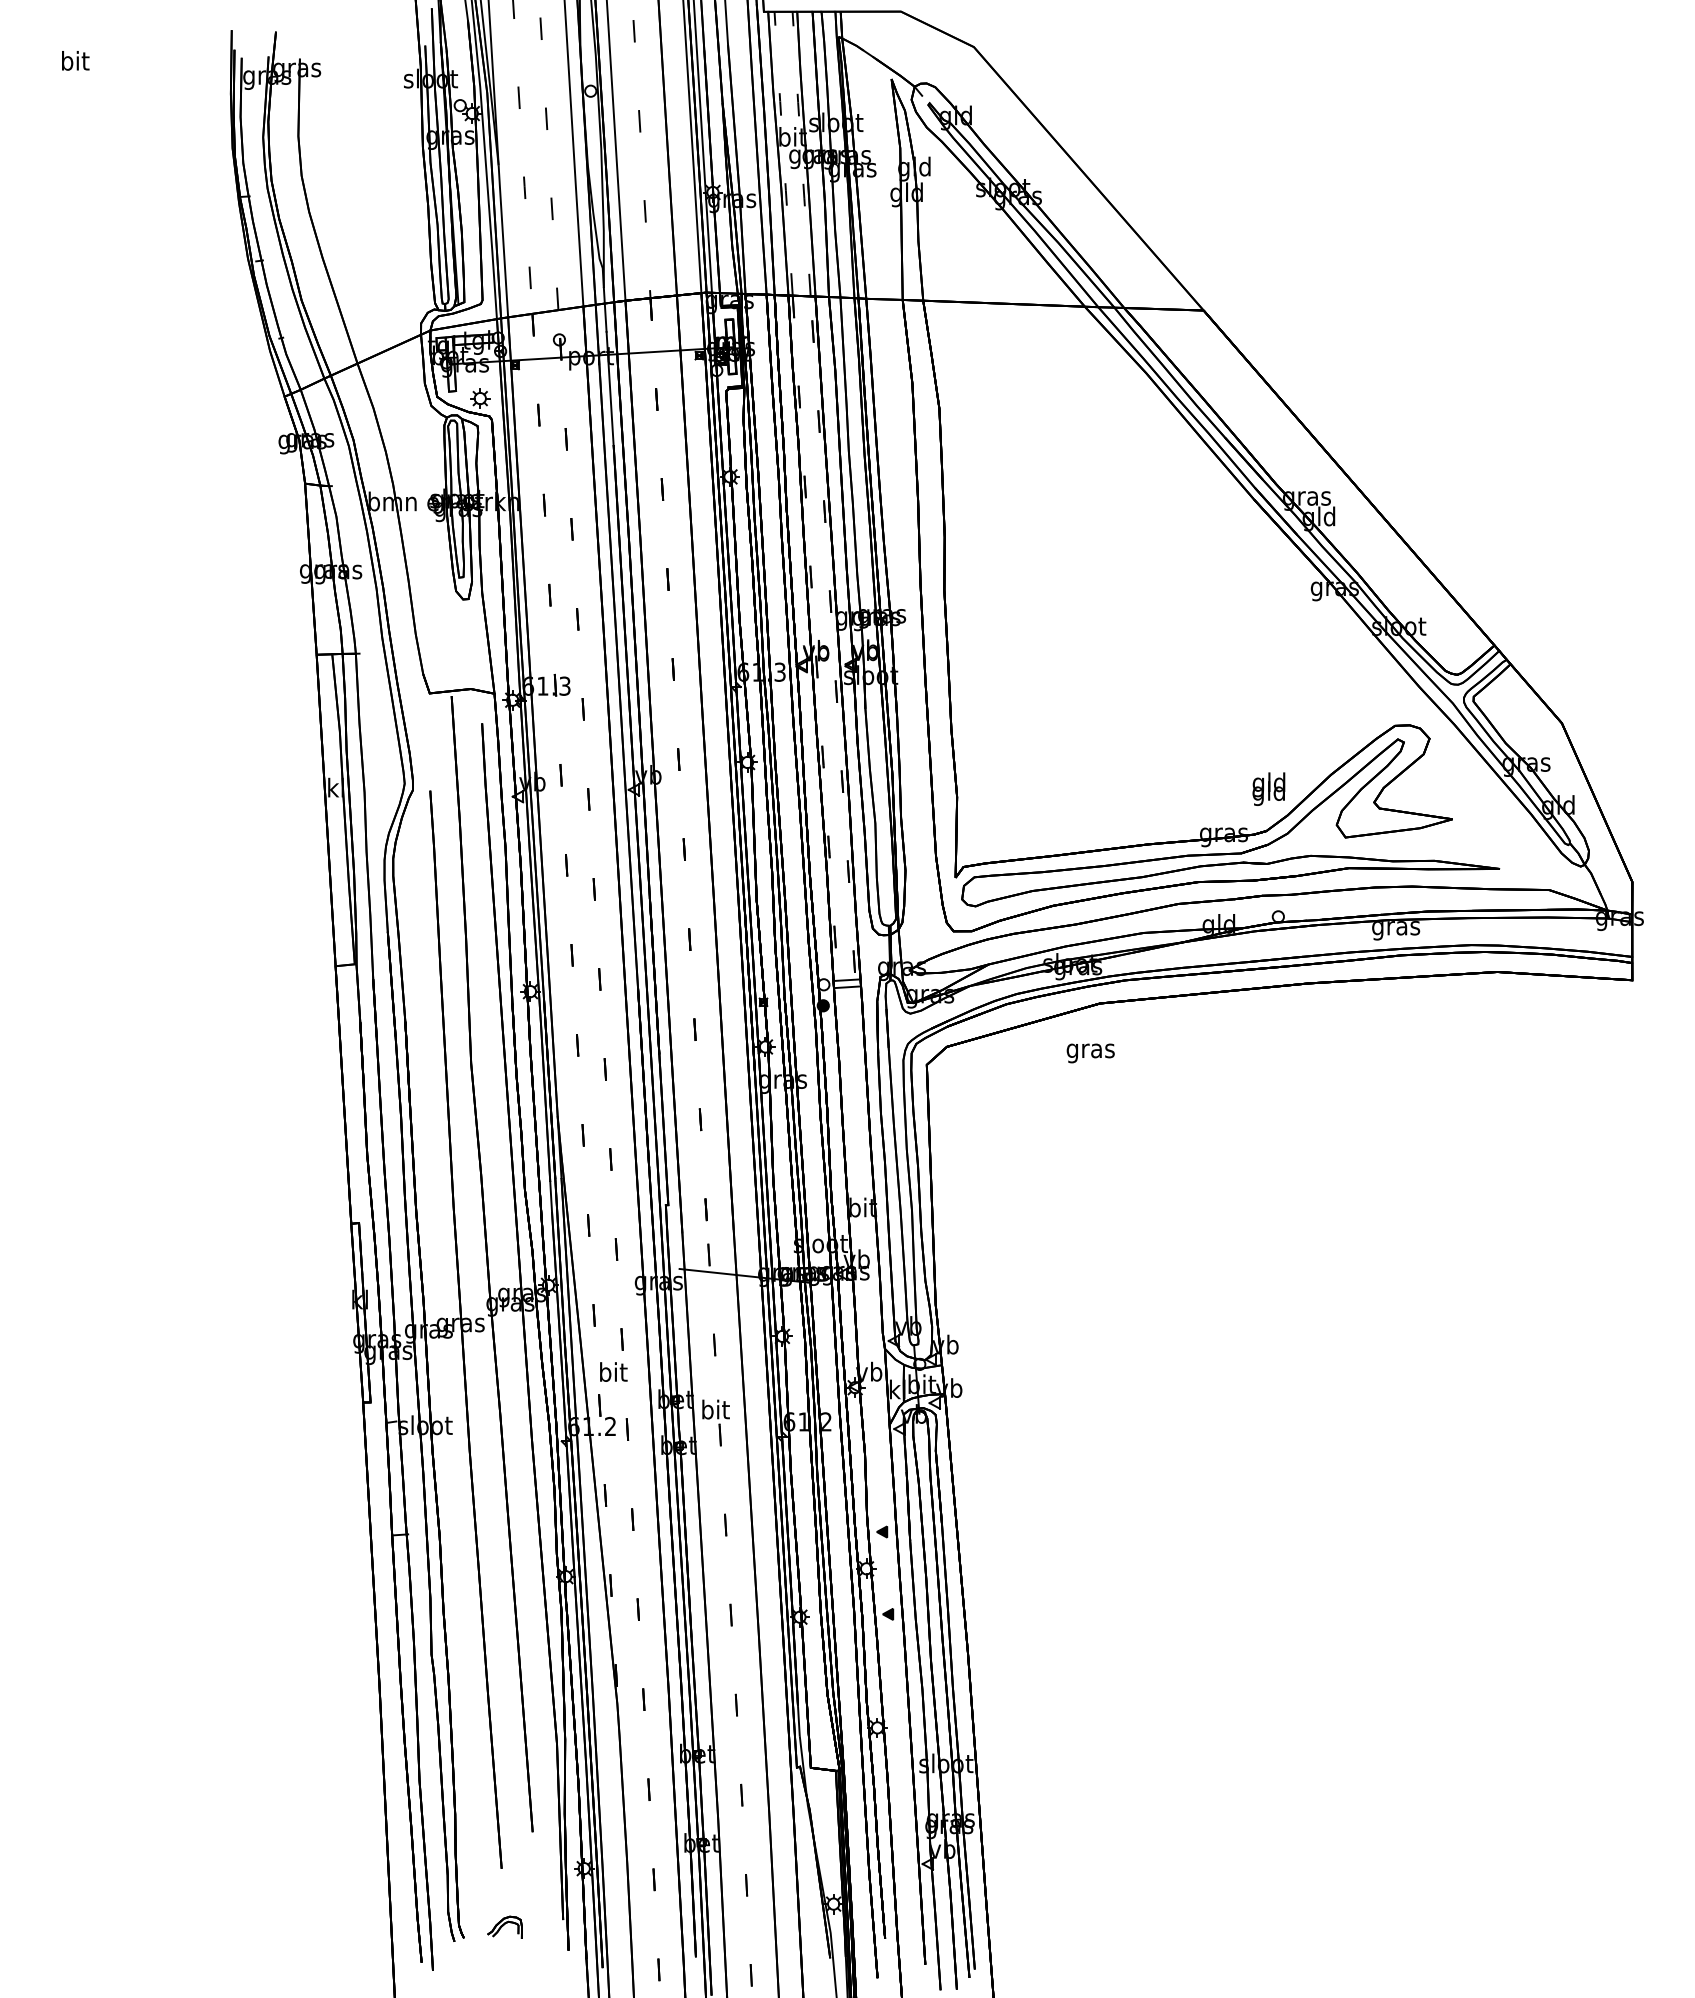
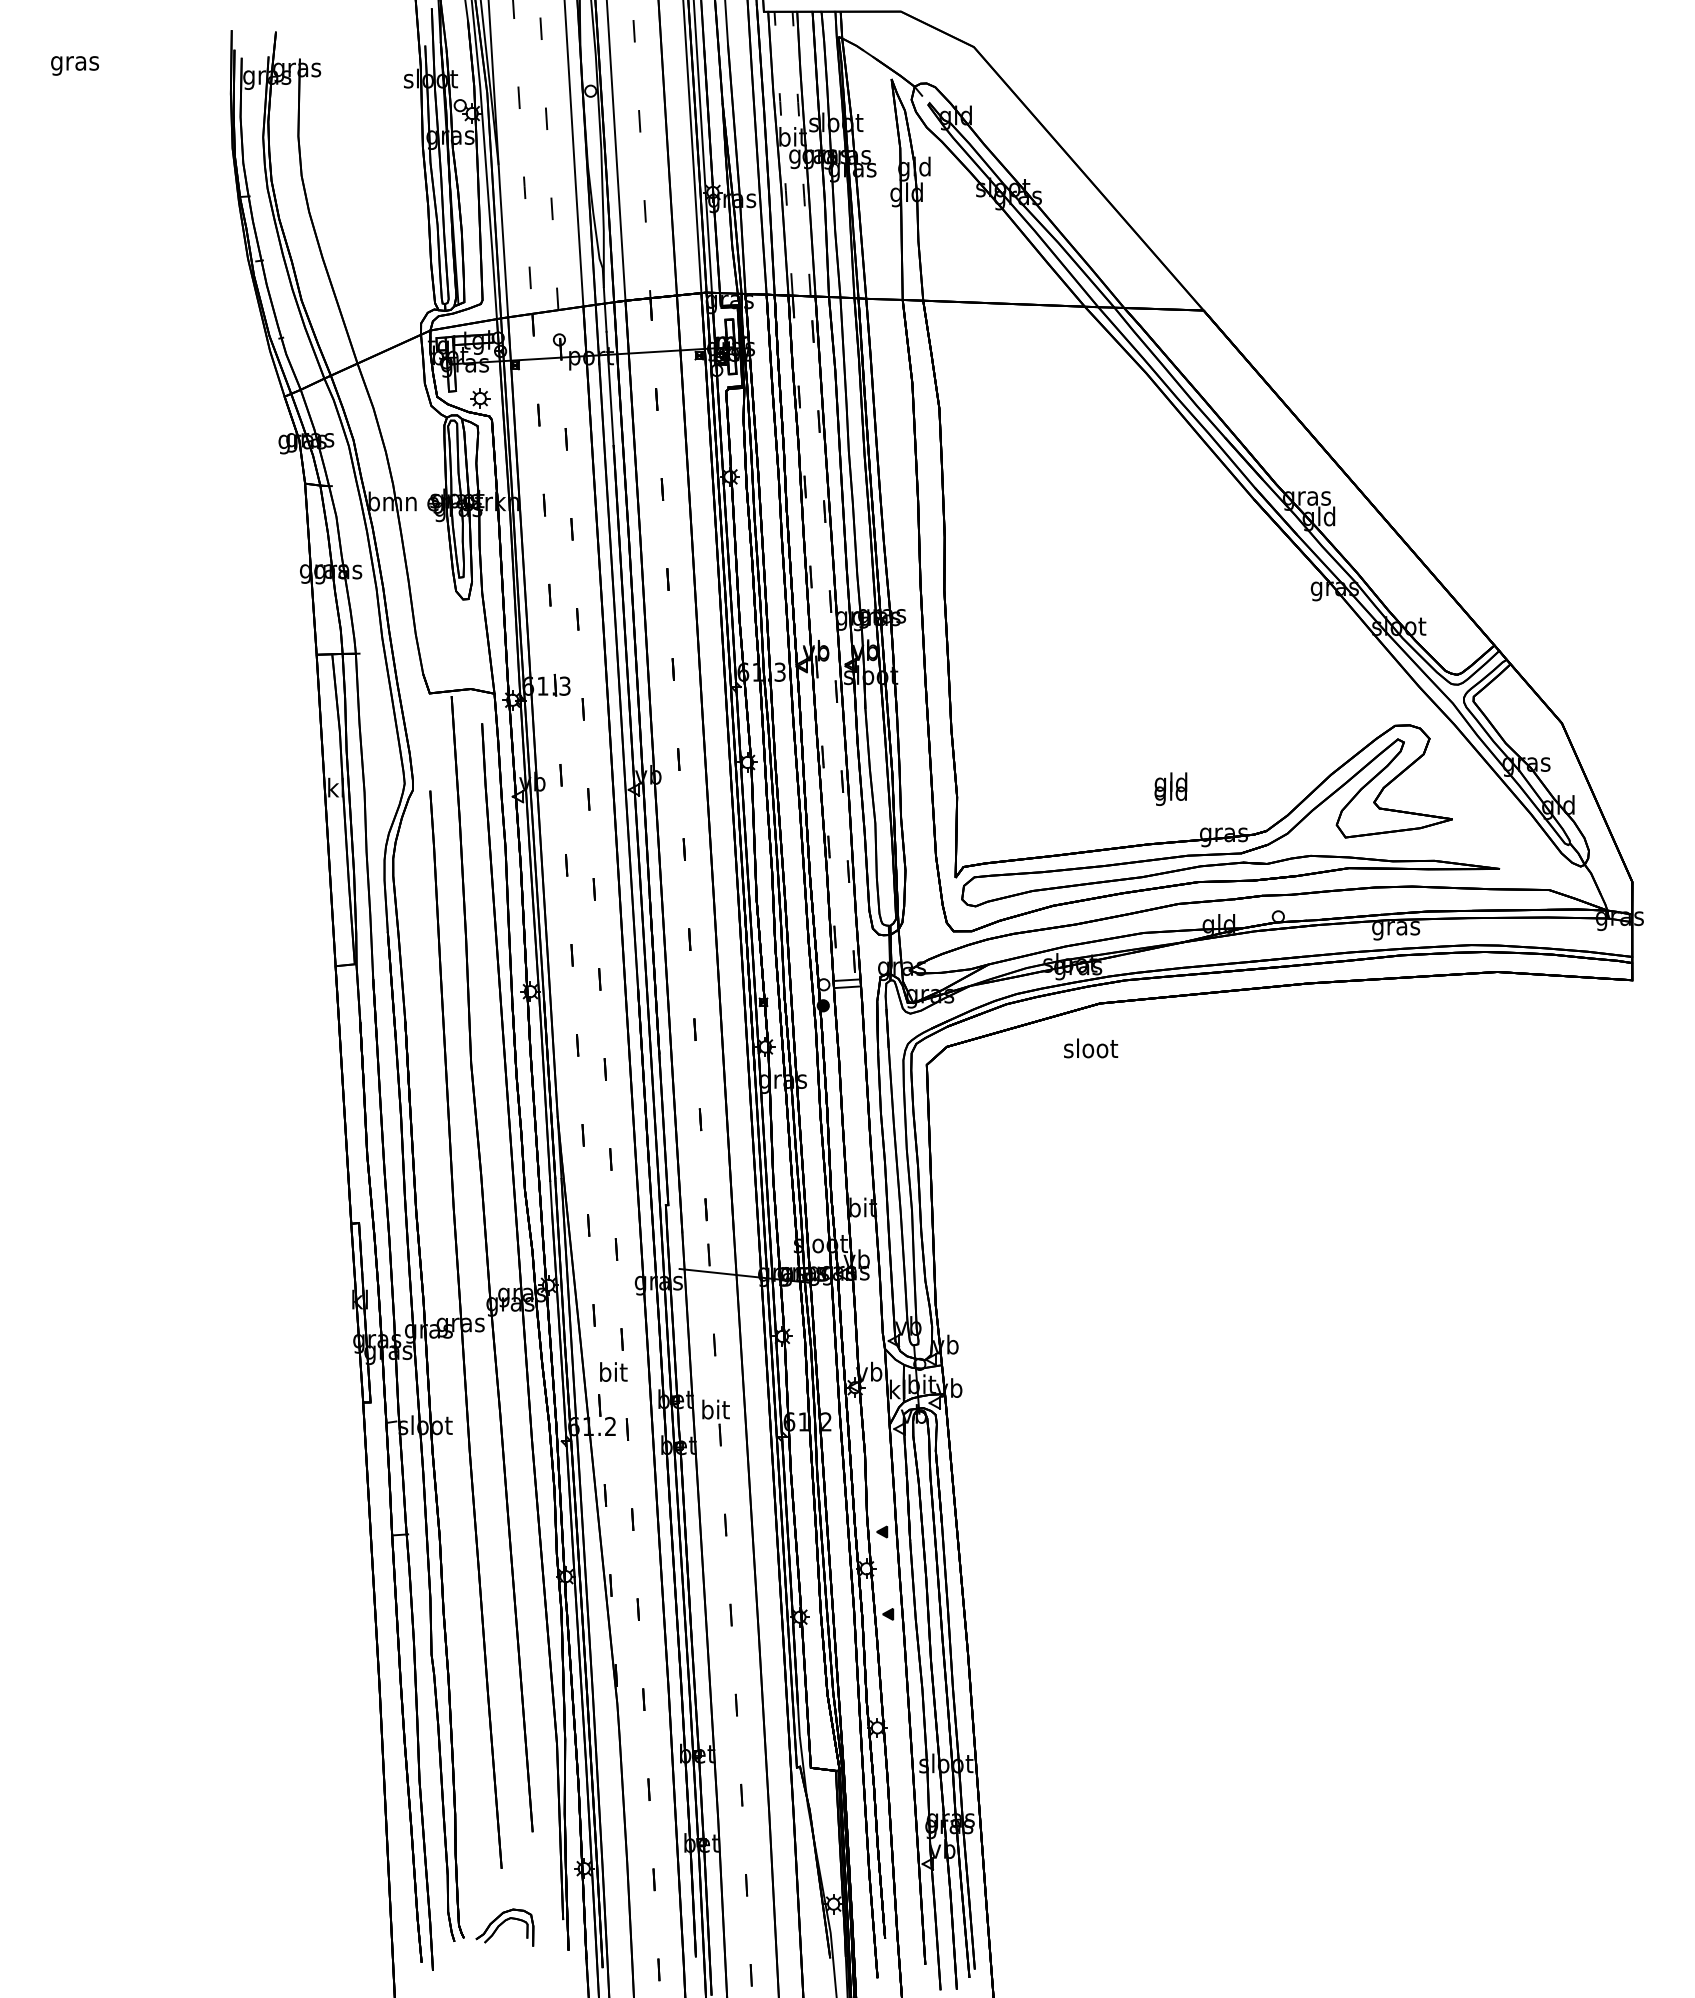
text at (75, 63): bit -> gras
text at (1268, 788) position: (1268, 788) -> (1170, 788)
text at (1091, 1050): gras -> sloot
part at (504, 1926) size: 36x24 px -> 60x39 px
